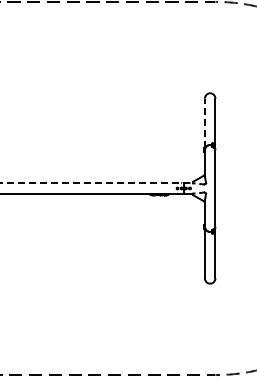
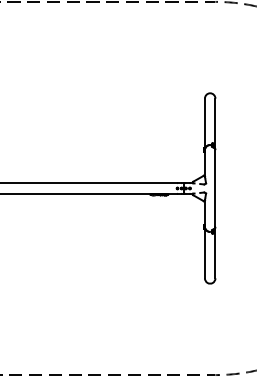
line at (204, 123): dashed -> solid
line at (97, 183): dashed -> solid
